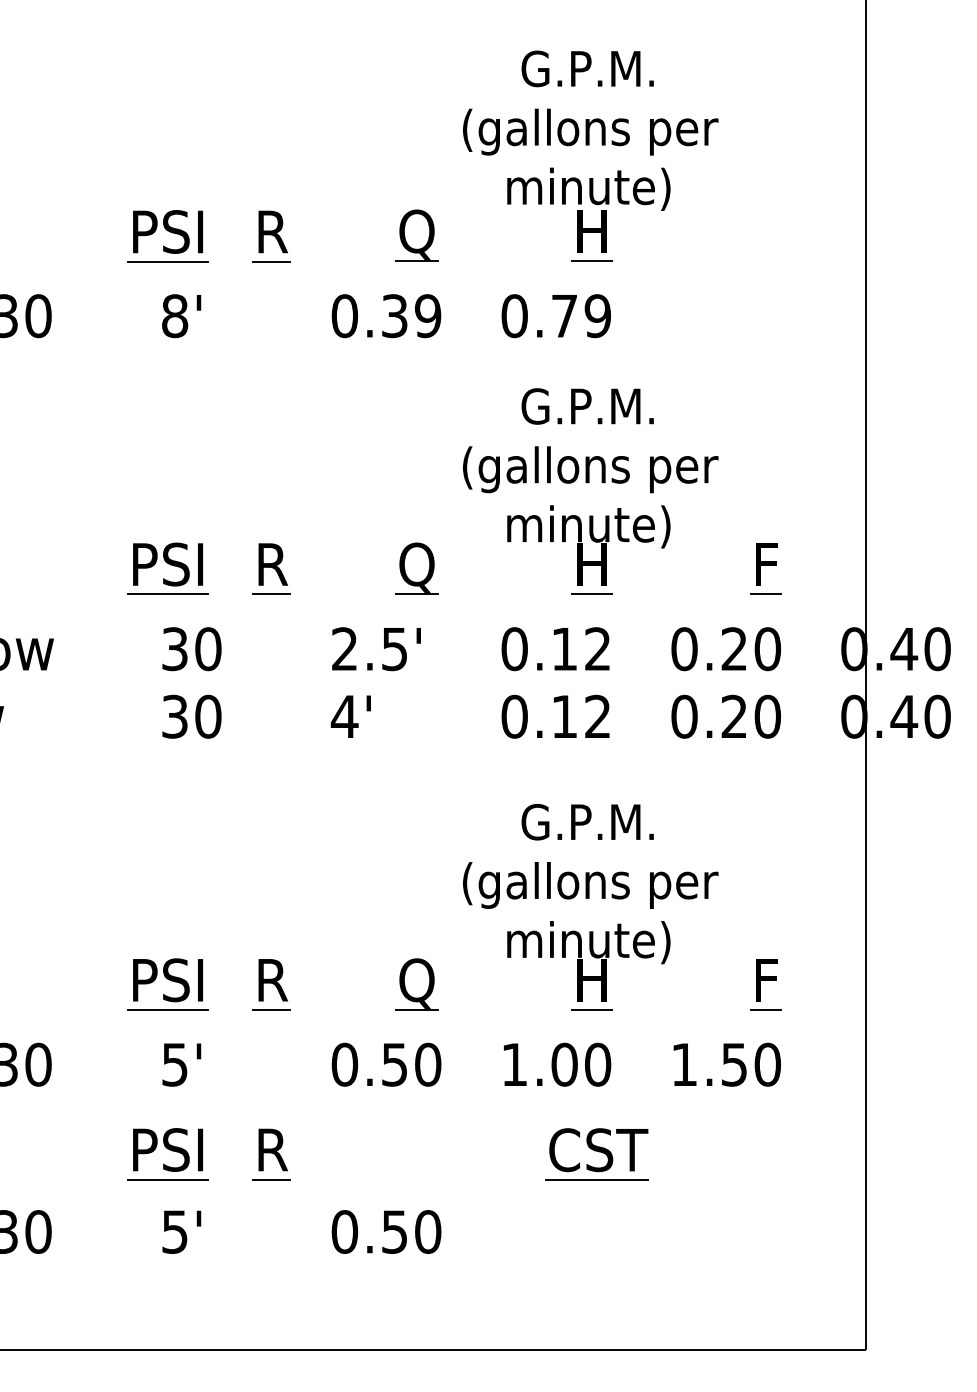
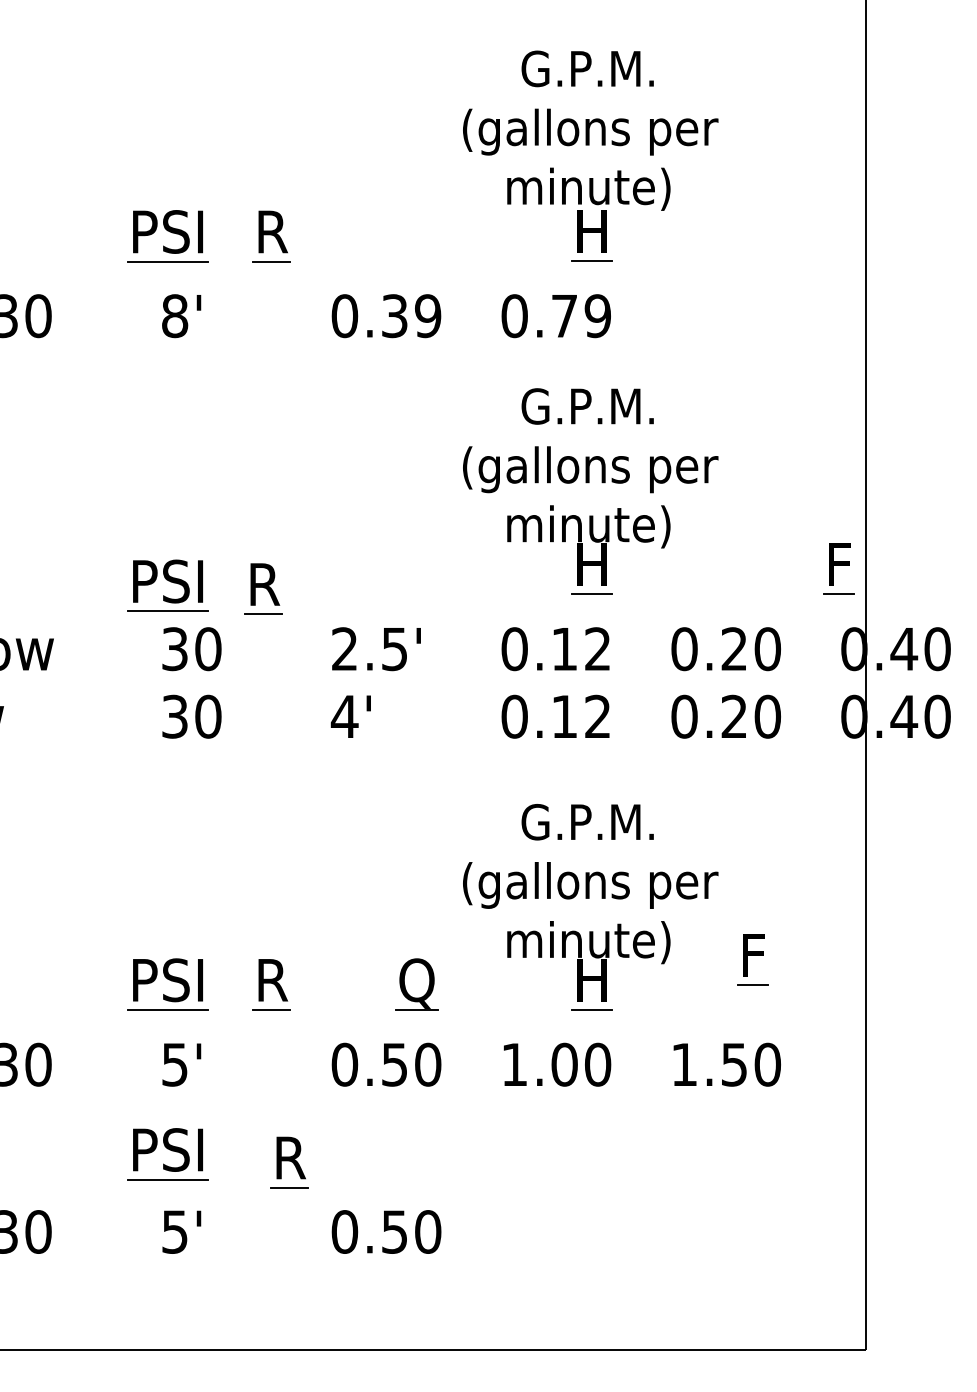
part at (416, 235): present -> none
part at (167, 568) position: (167, 568) -> (167, 585)
part at (271, 568) position: (271, 568) -> (263, 588)
part at (416, 568): present -> none
part at (765, 568) position: (765, 568) -> (838, 568)
part at (765, 984) position: (765, 984) -> (752, 959)
part at (271, 1154) position: (271, 1154) -> (289, 1162)
part at (596, 1154): present -> none
